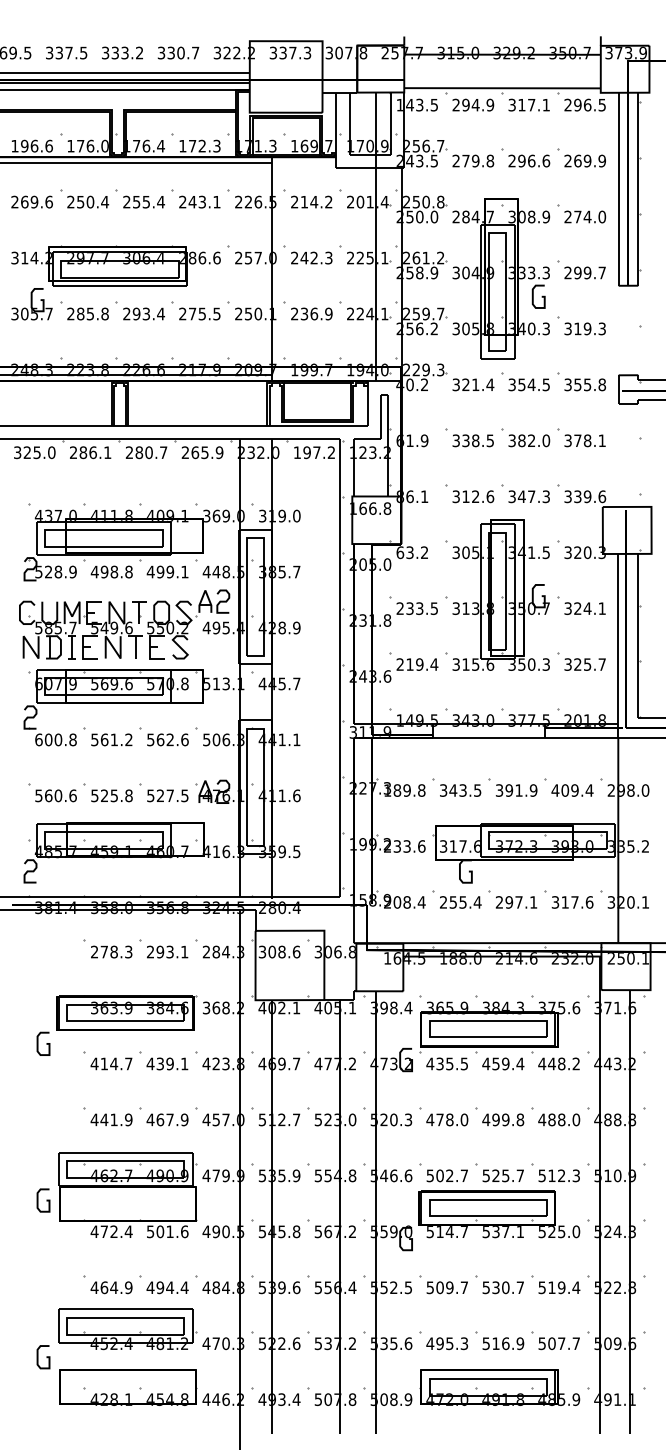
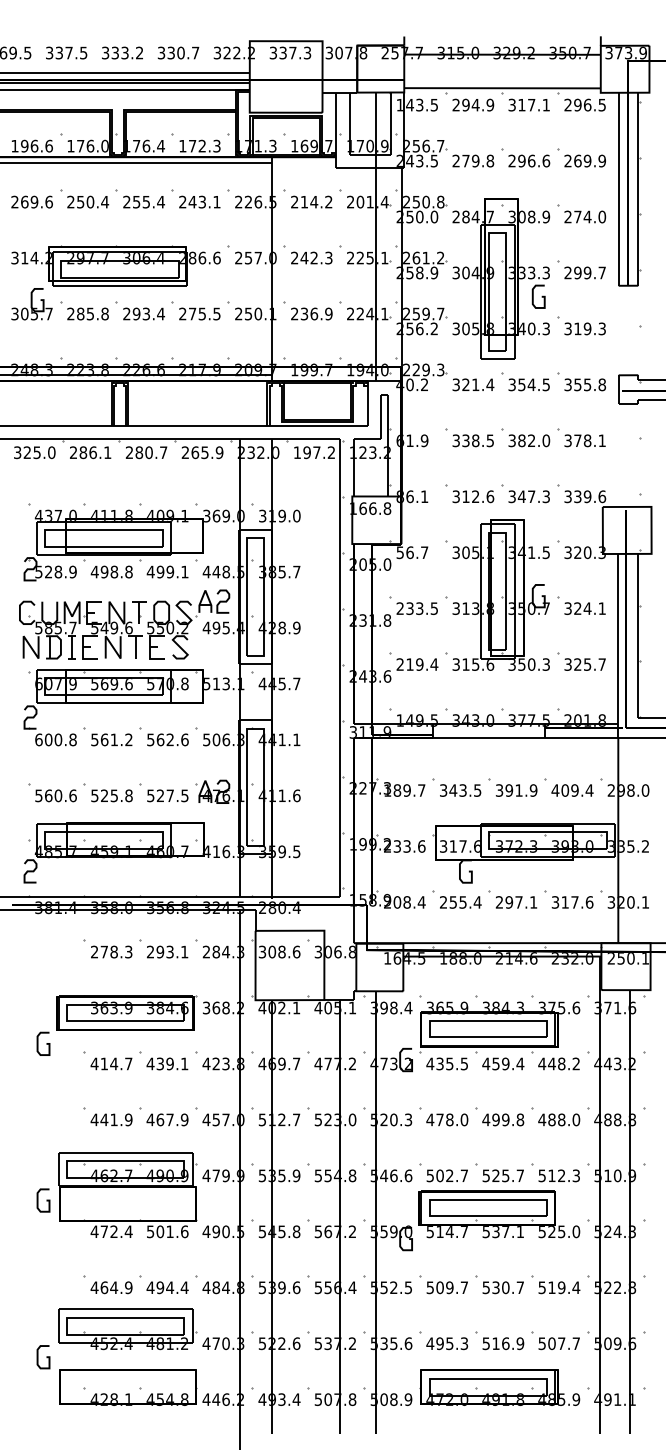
text at (412, 552): 63.2 -> 56.7
text at (421, 790): 189.8 -> 189.7
